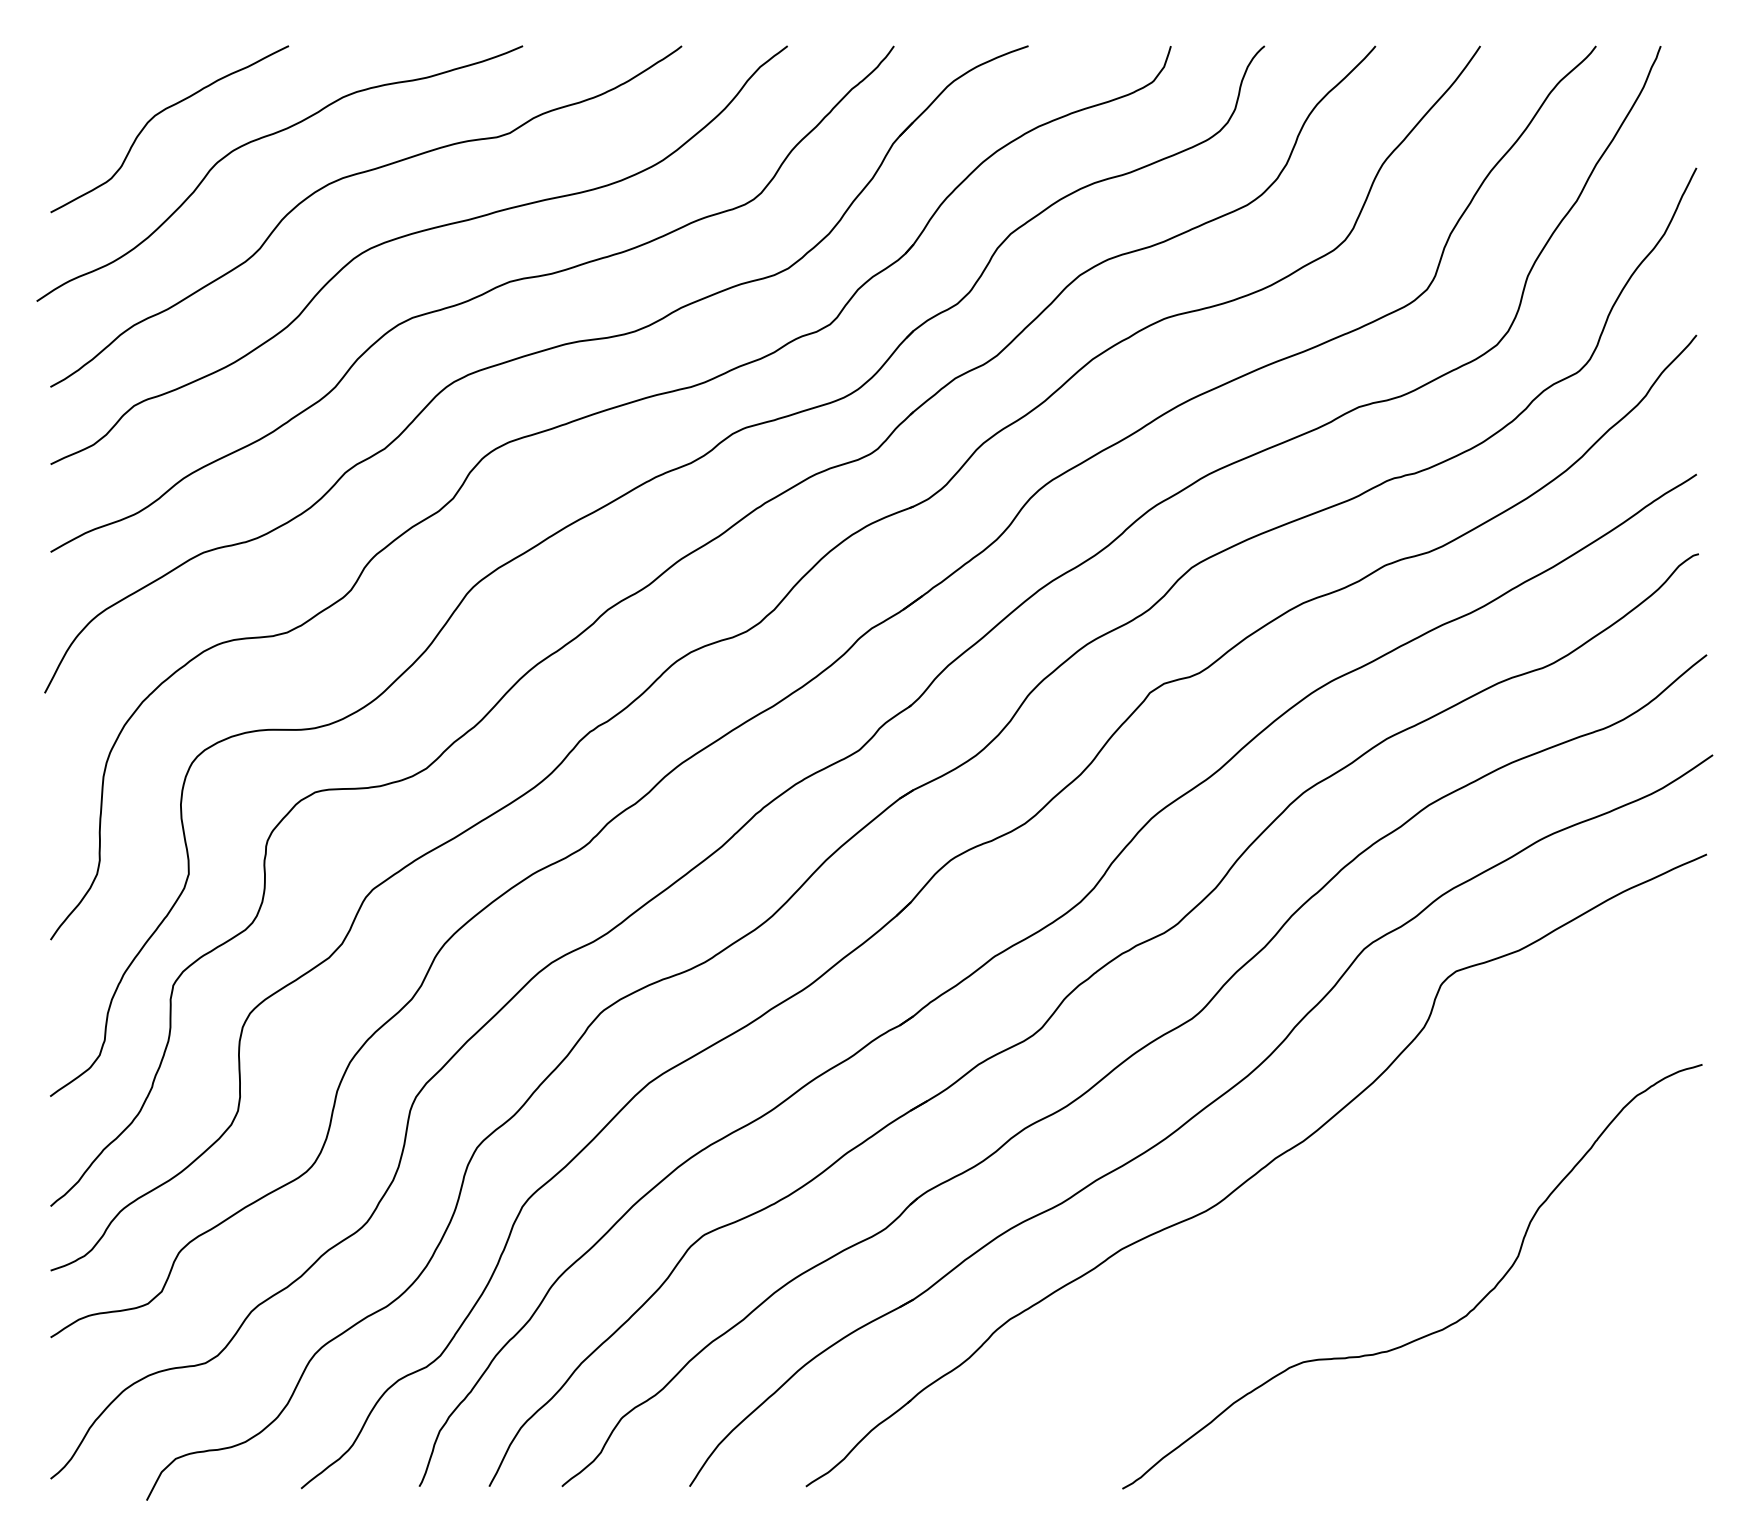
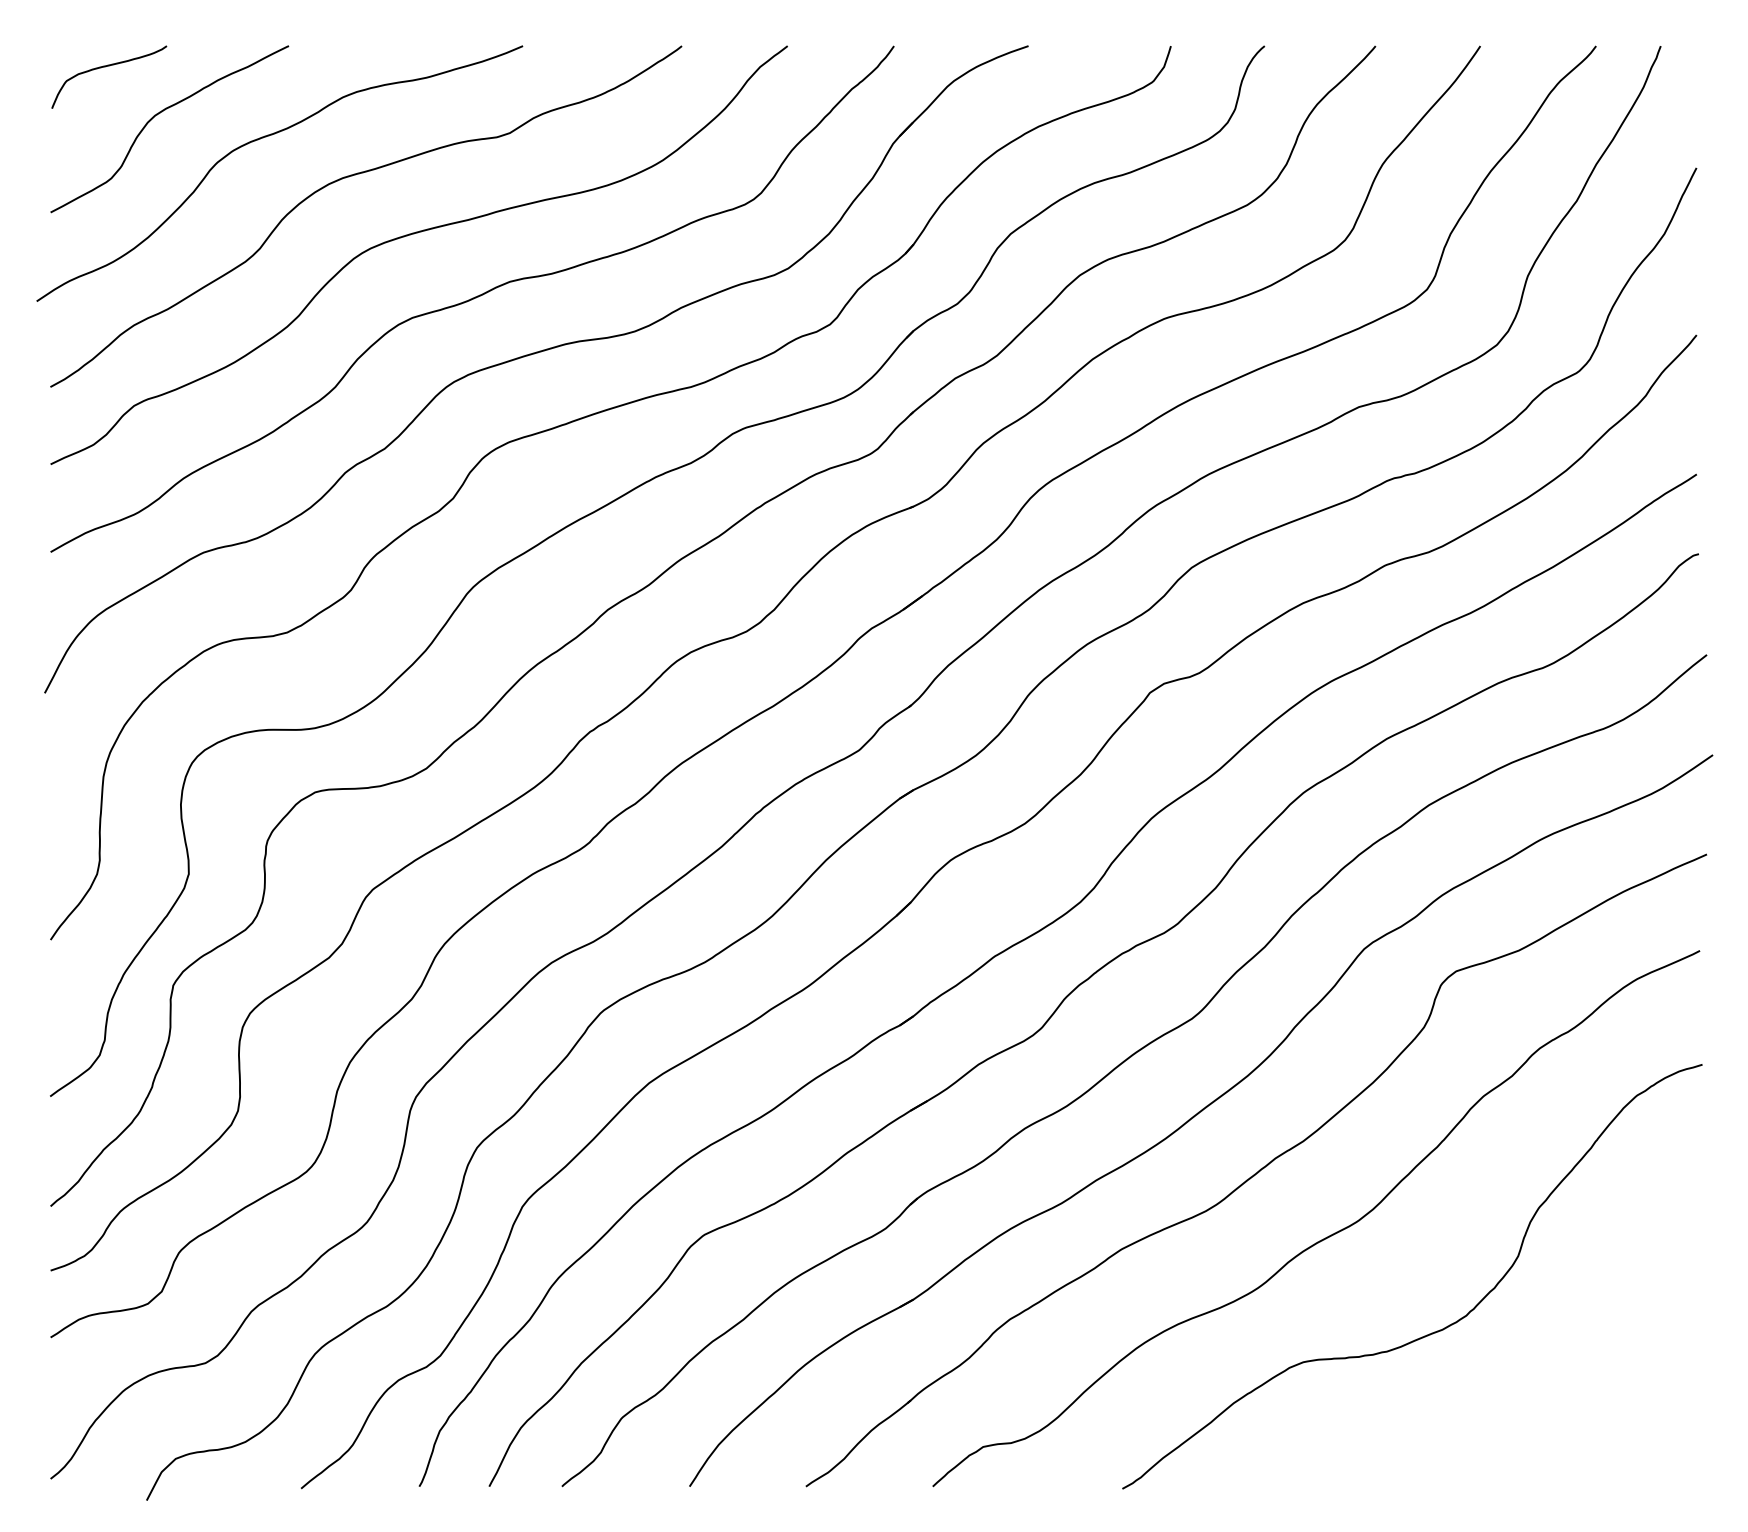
curve at (105, 67): none -> present
curve at (1325, 1237): none -> present
